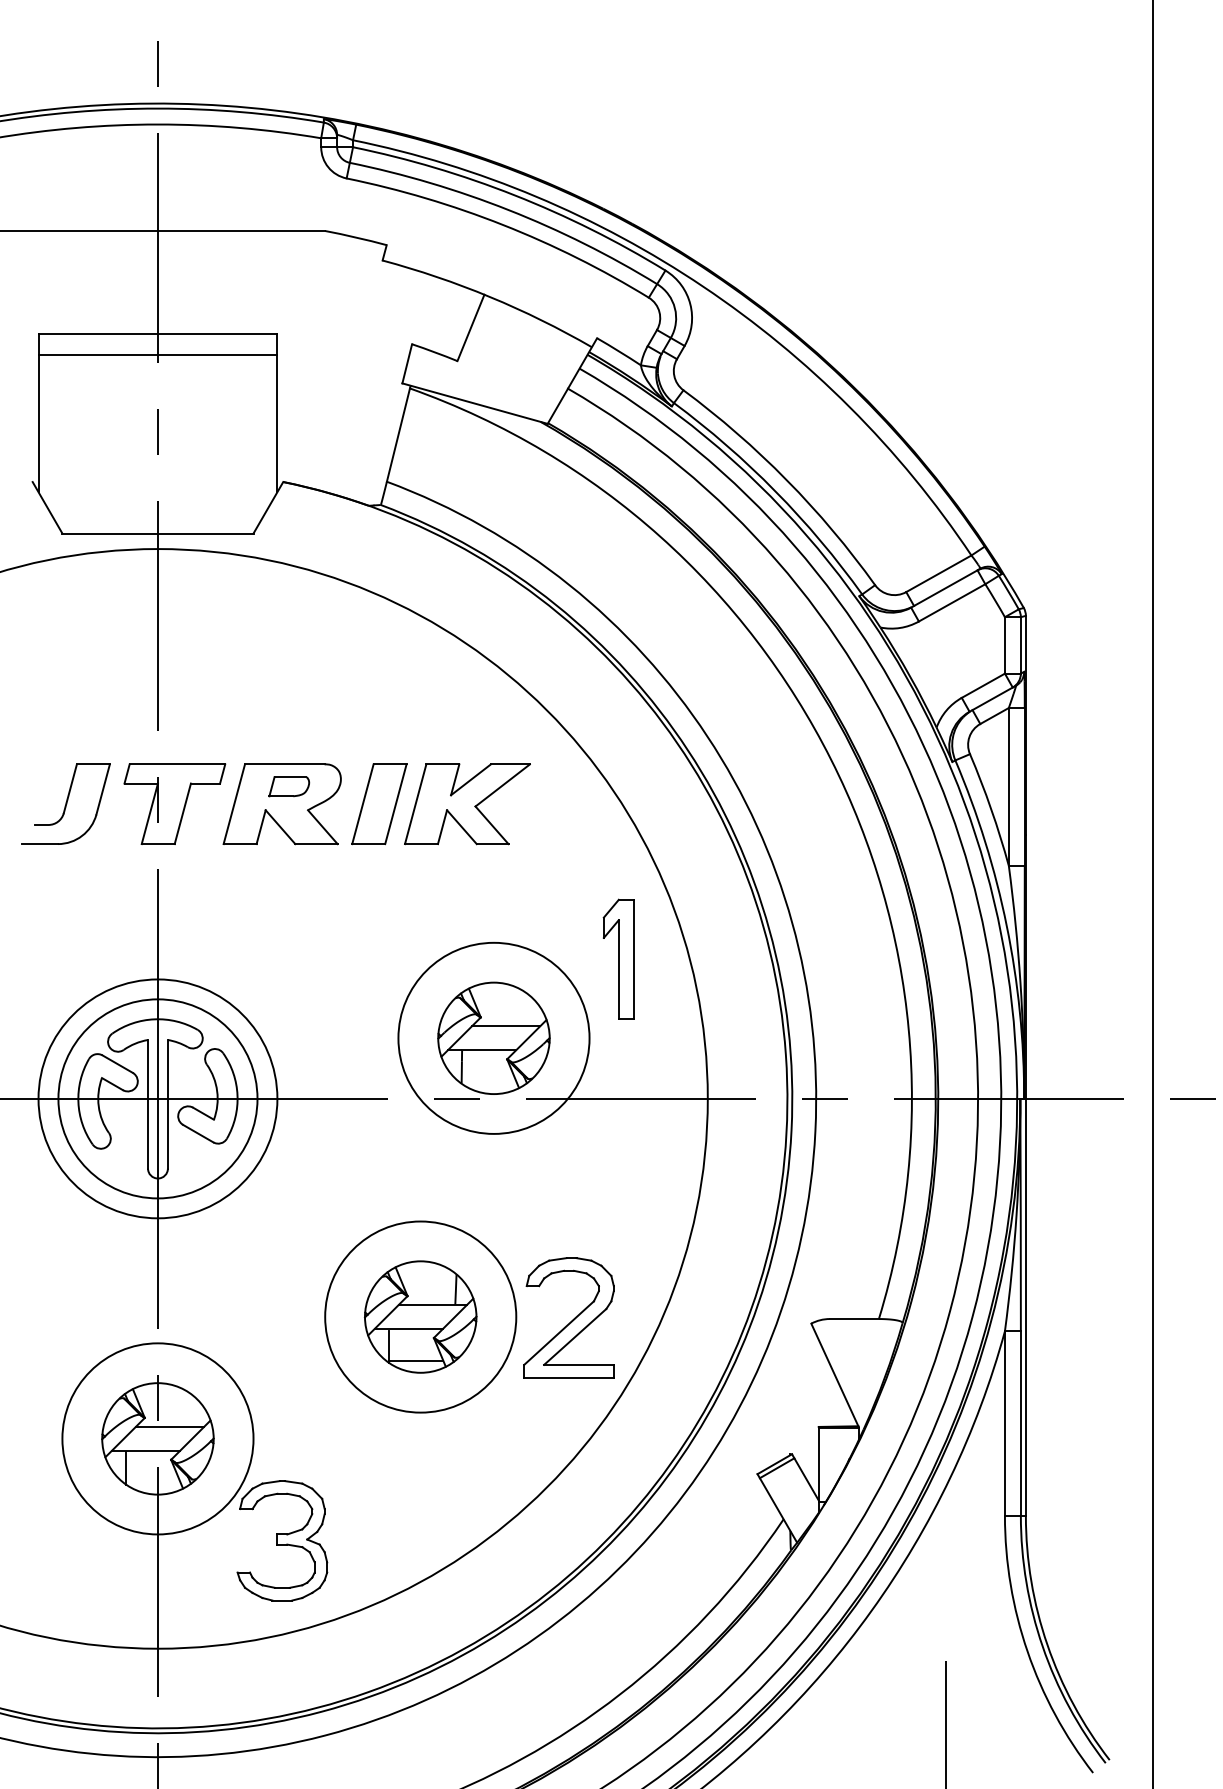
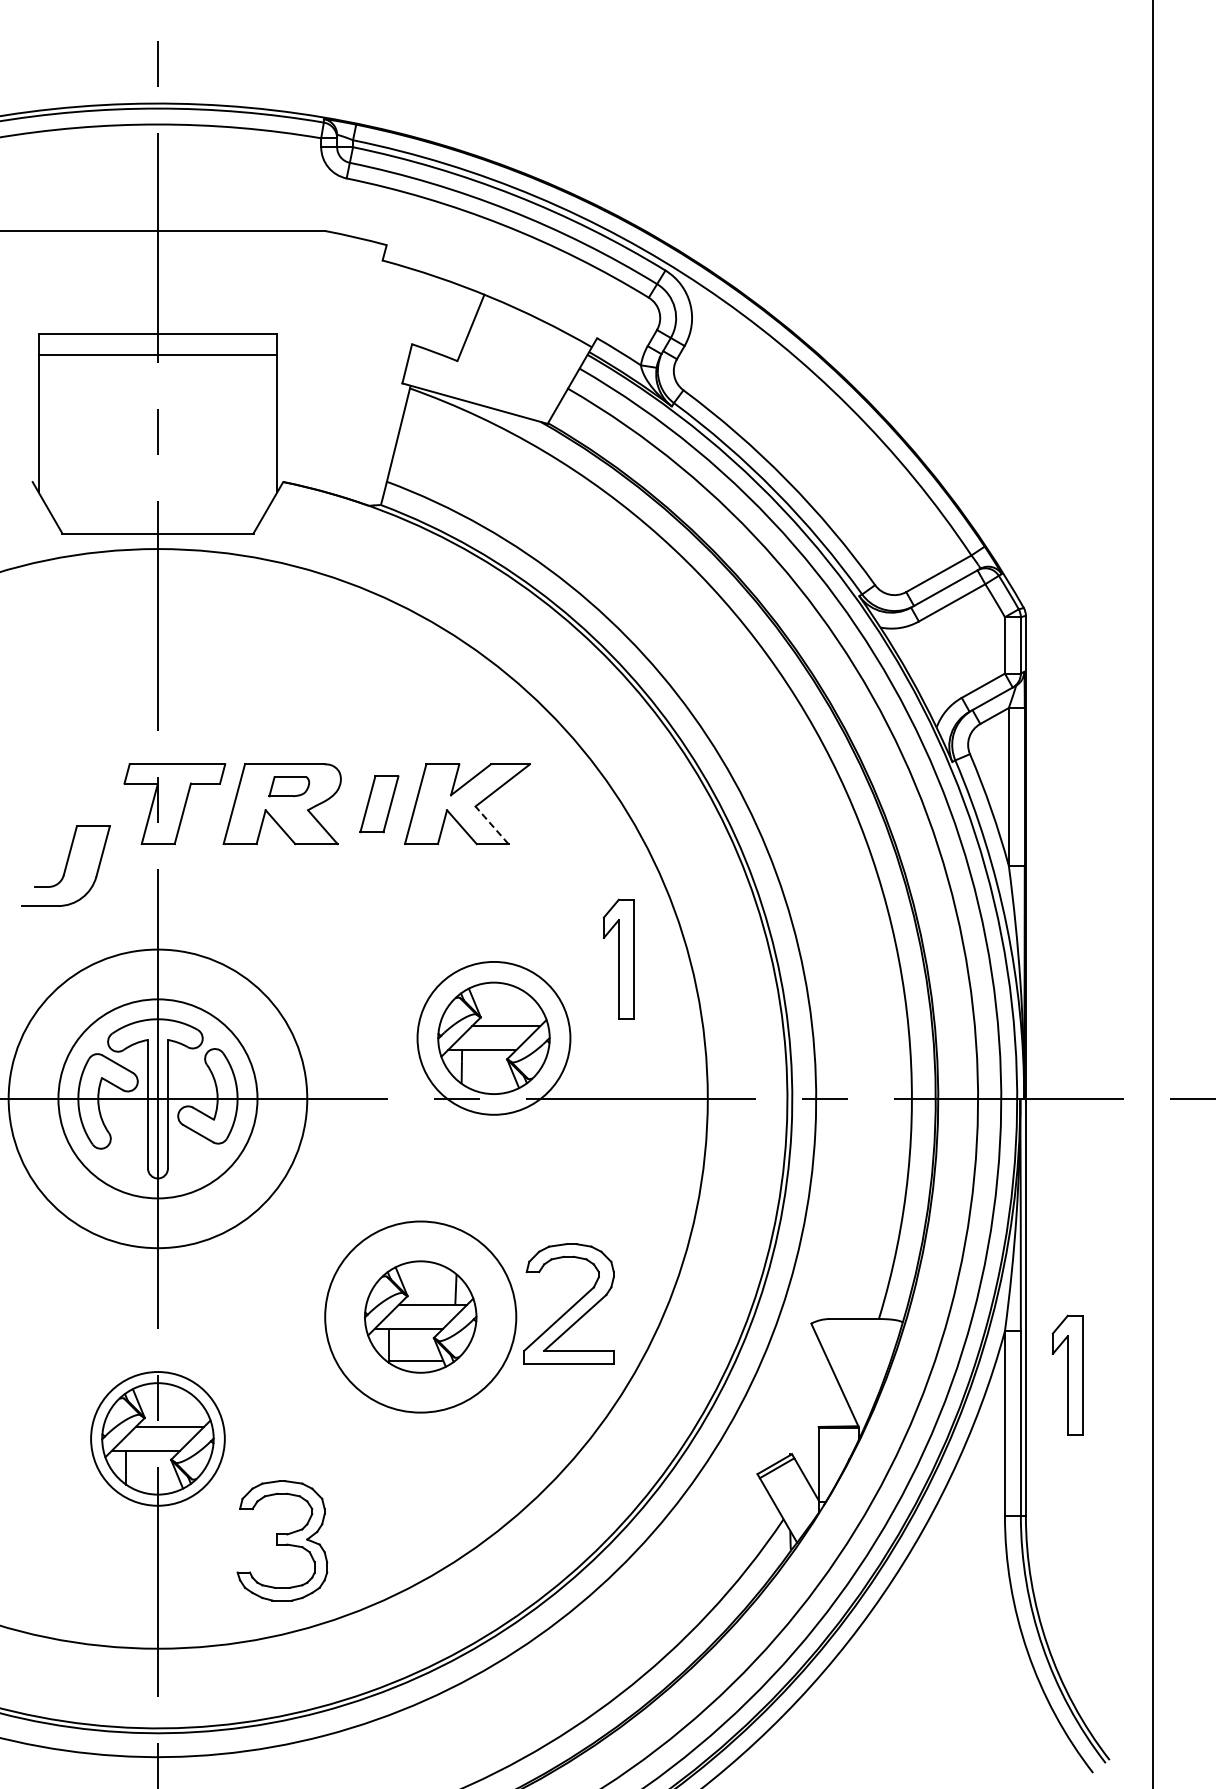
part at (65, 803) position: (65, 803) -> (65, 865)
part at (379, 804) size: 57x83 px -> 41x59 px
line at (491, 824): solid -> dashed
circle at (493, 1037) diameter: 191 px -> 153 px
circle at (157, 1098) diameter: 239 px -> 299 px
part at (568, 1317) position: (568, 1317) -> (568, 1303)
part at (1067, 1374): none -> present
circle at (157, 1438) diameter: 191 px -> 134 px
line at (946, 1722): present -> none
